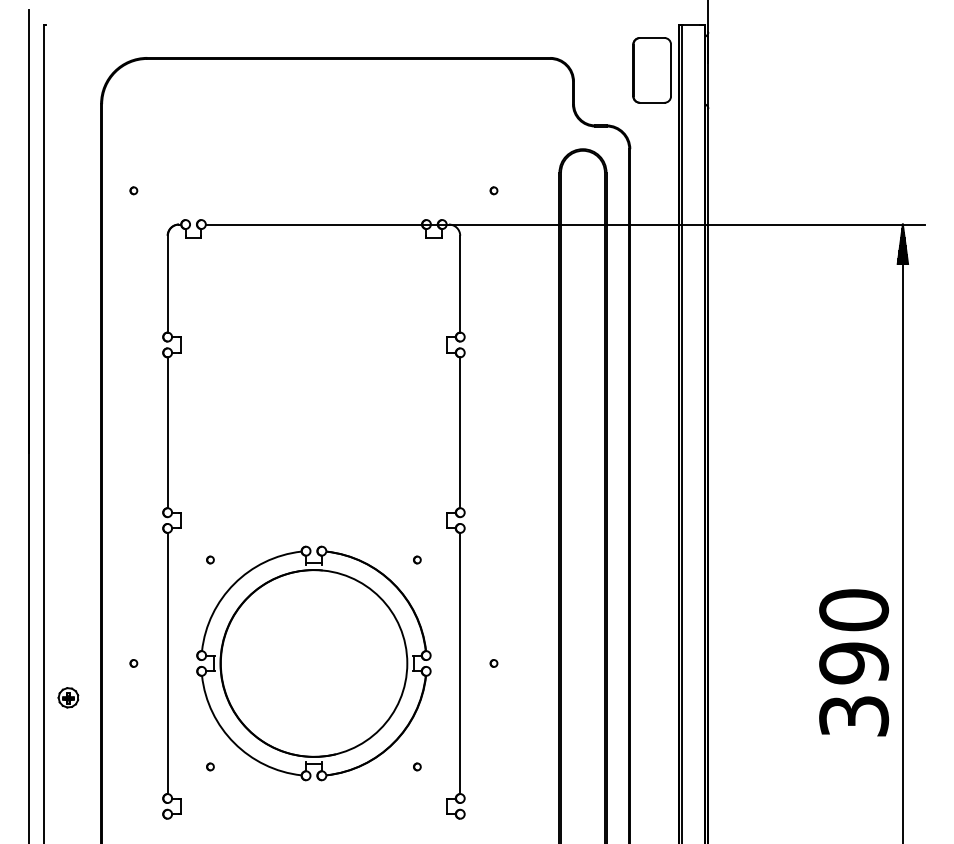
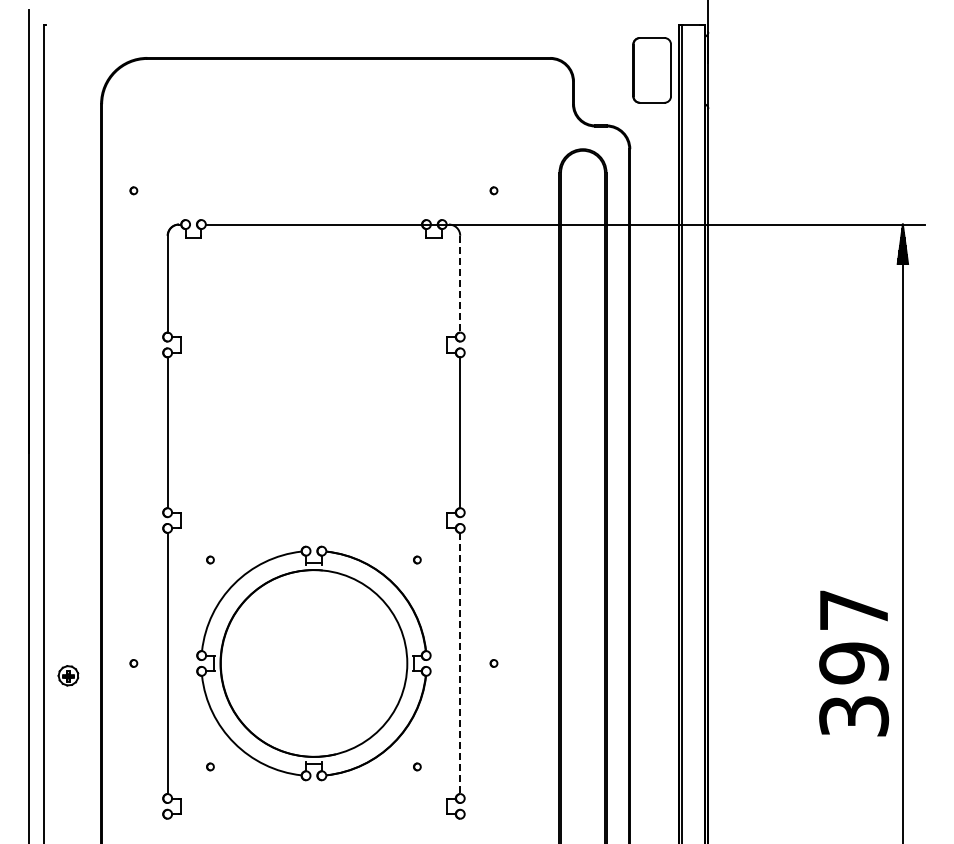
line at (460, 284): solid -> dashed
text at (854, 610): 390 -> 397
line at (460, 663): solid -> dashed
part at (68, 697) position: (68, 697) -> (68, 675)
